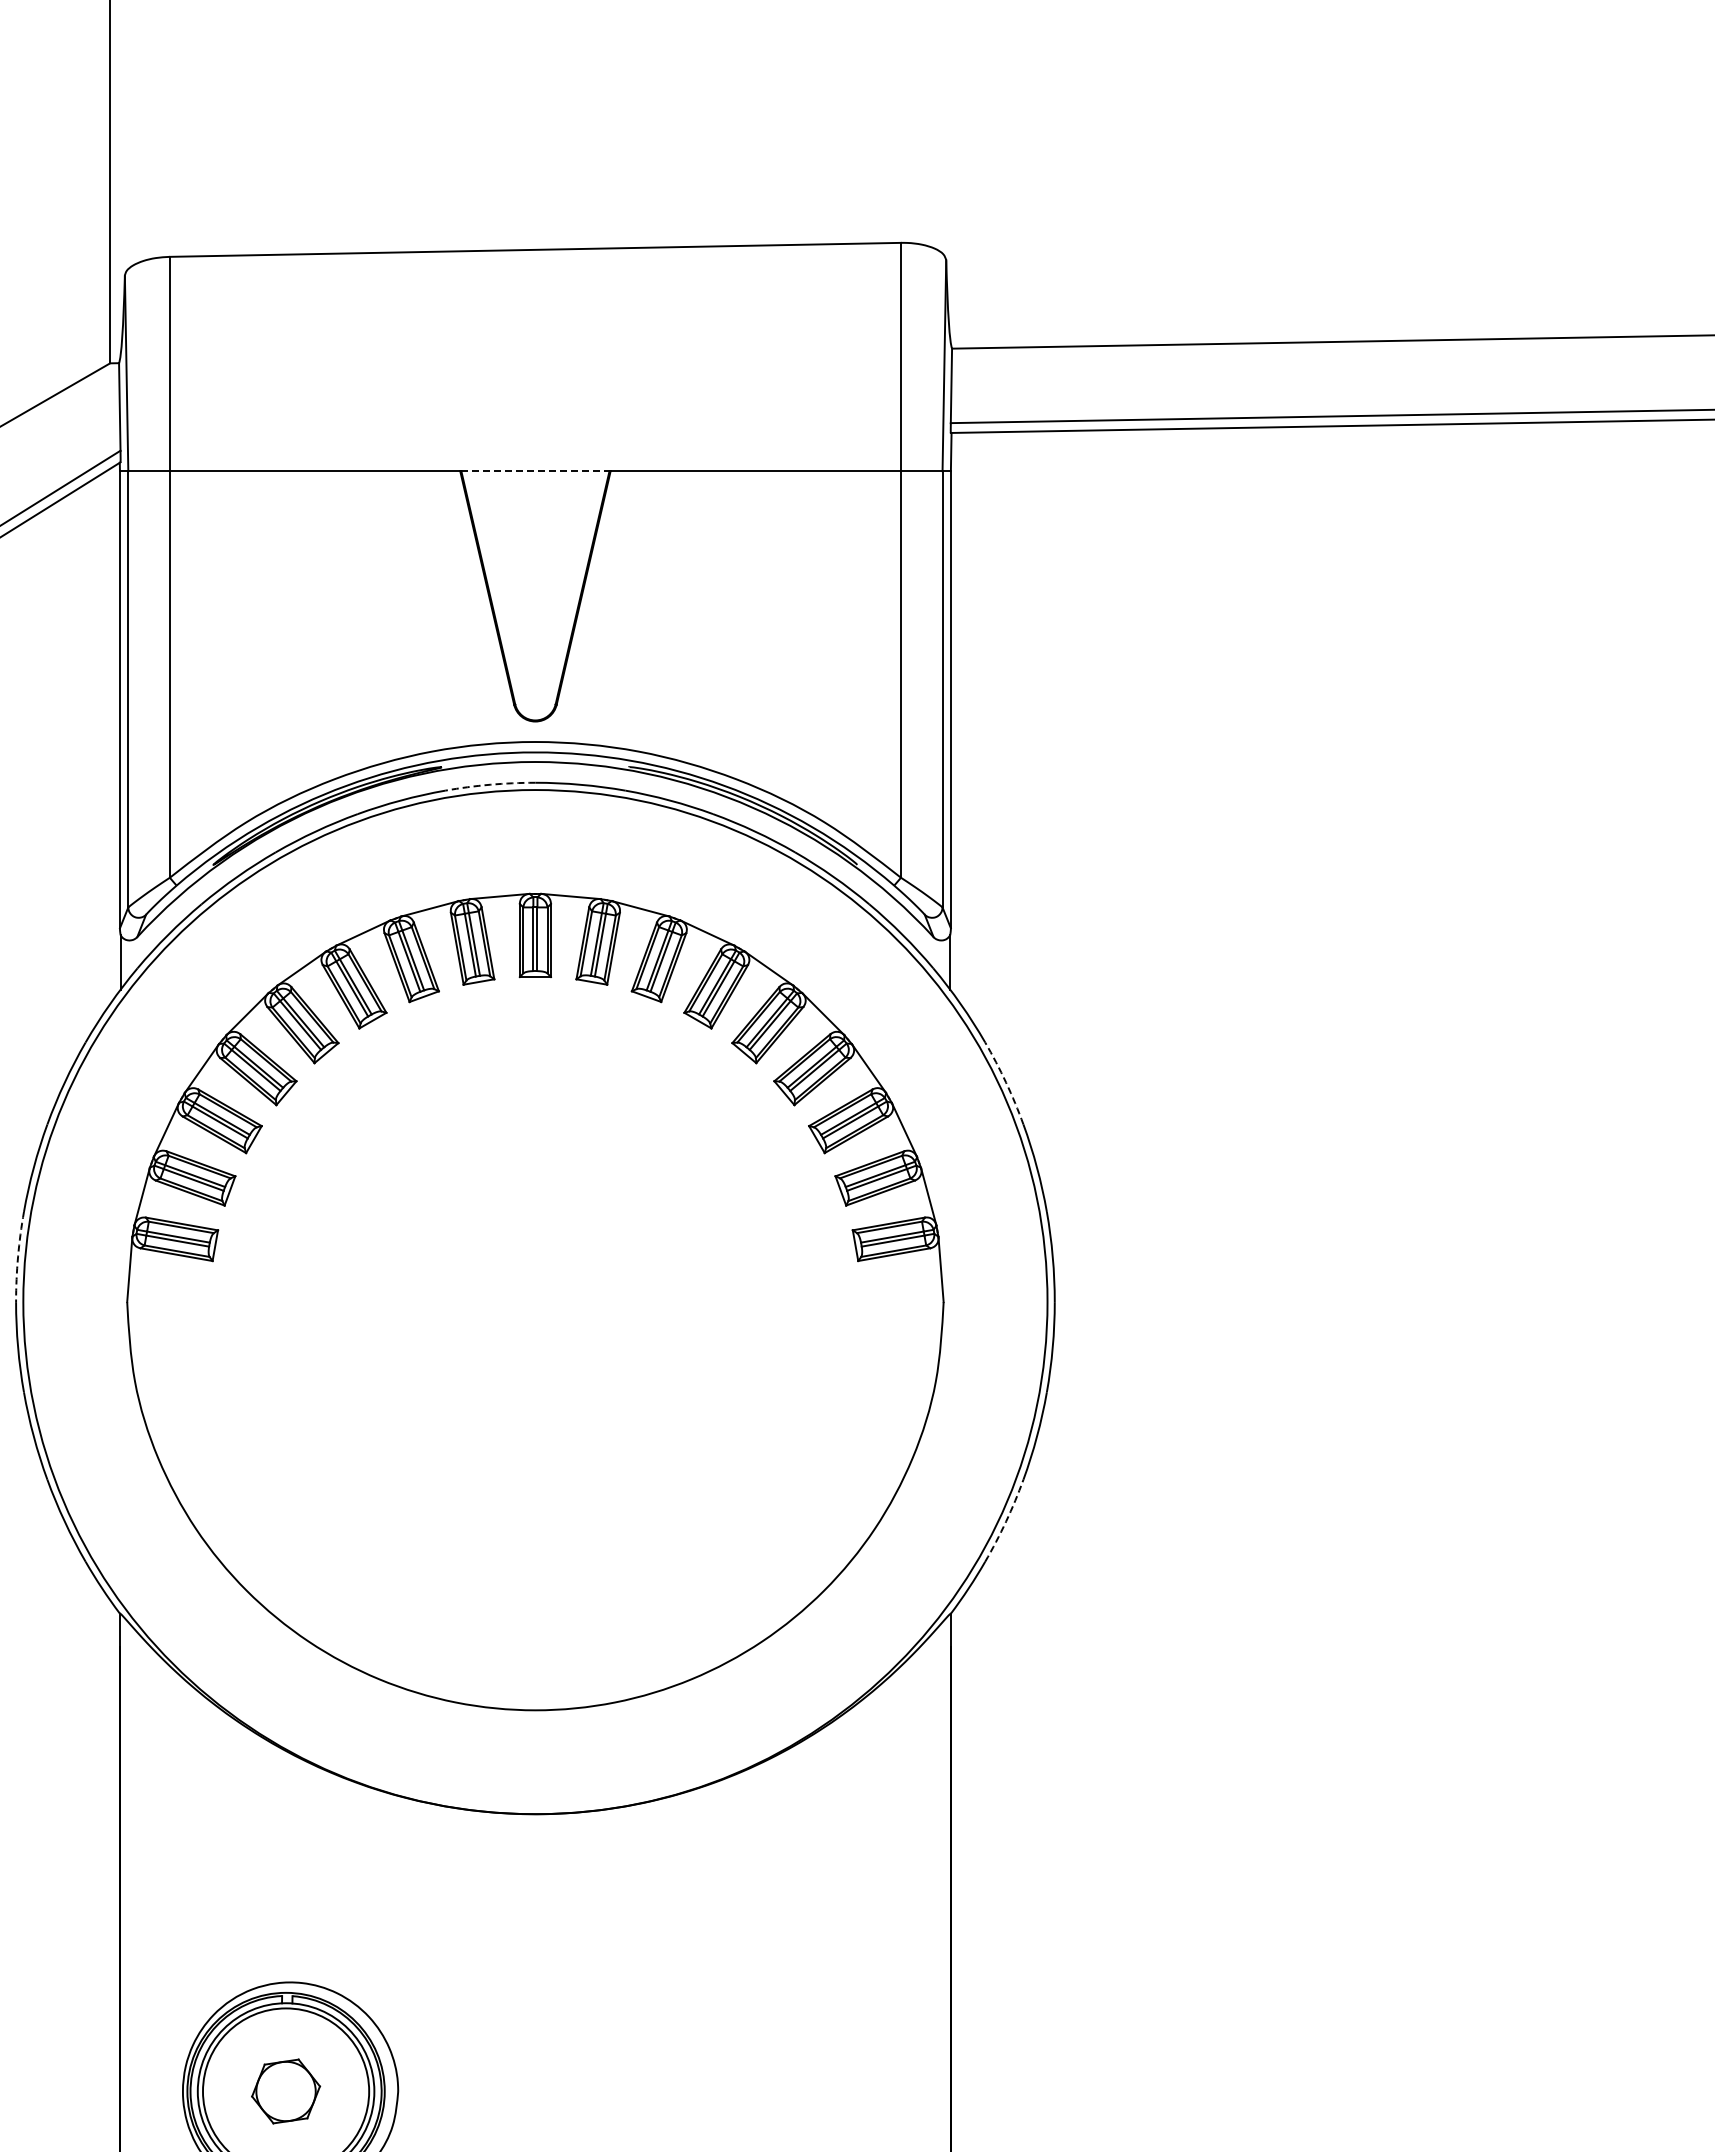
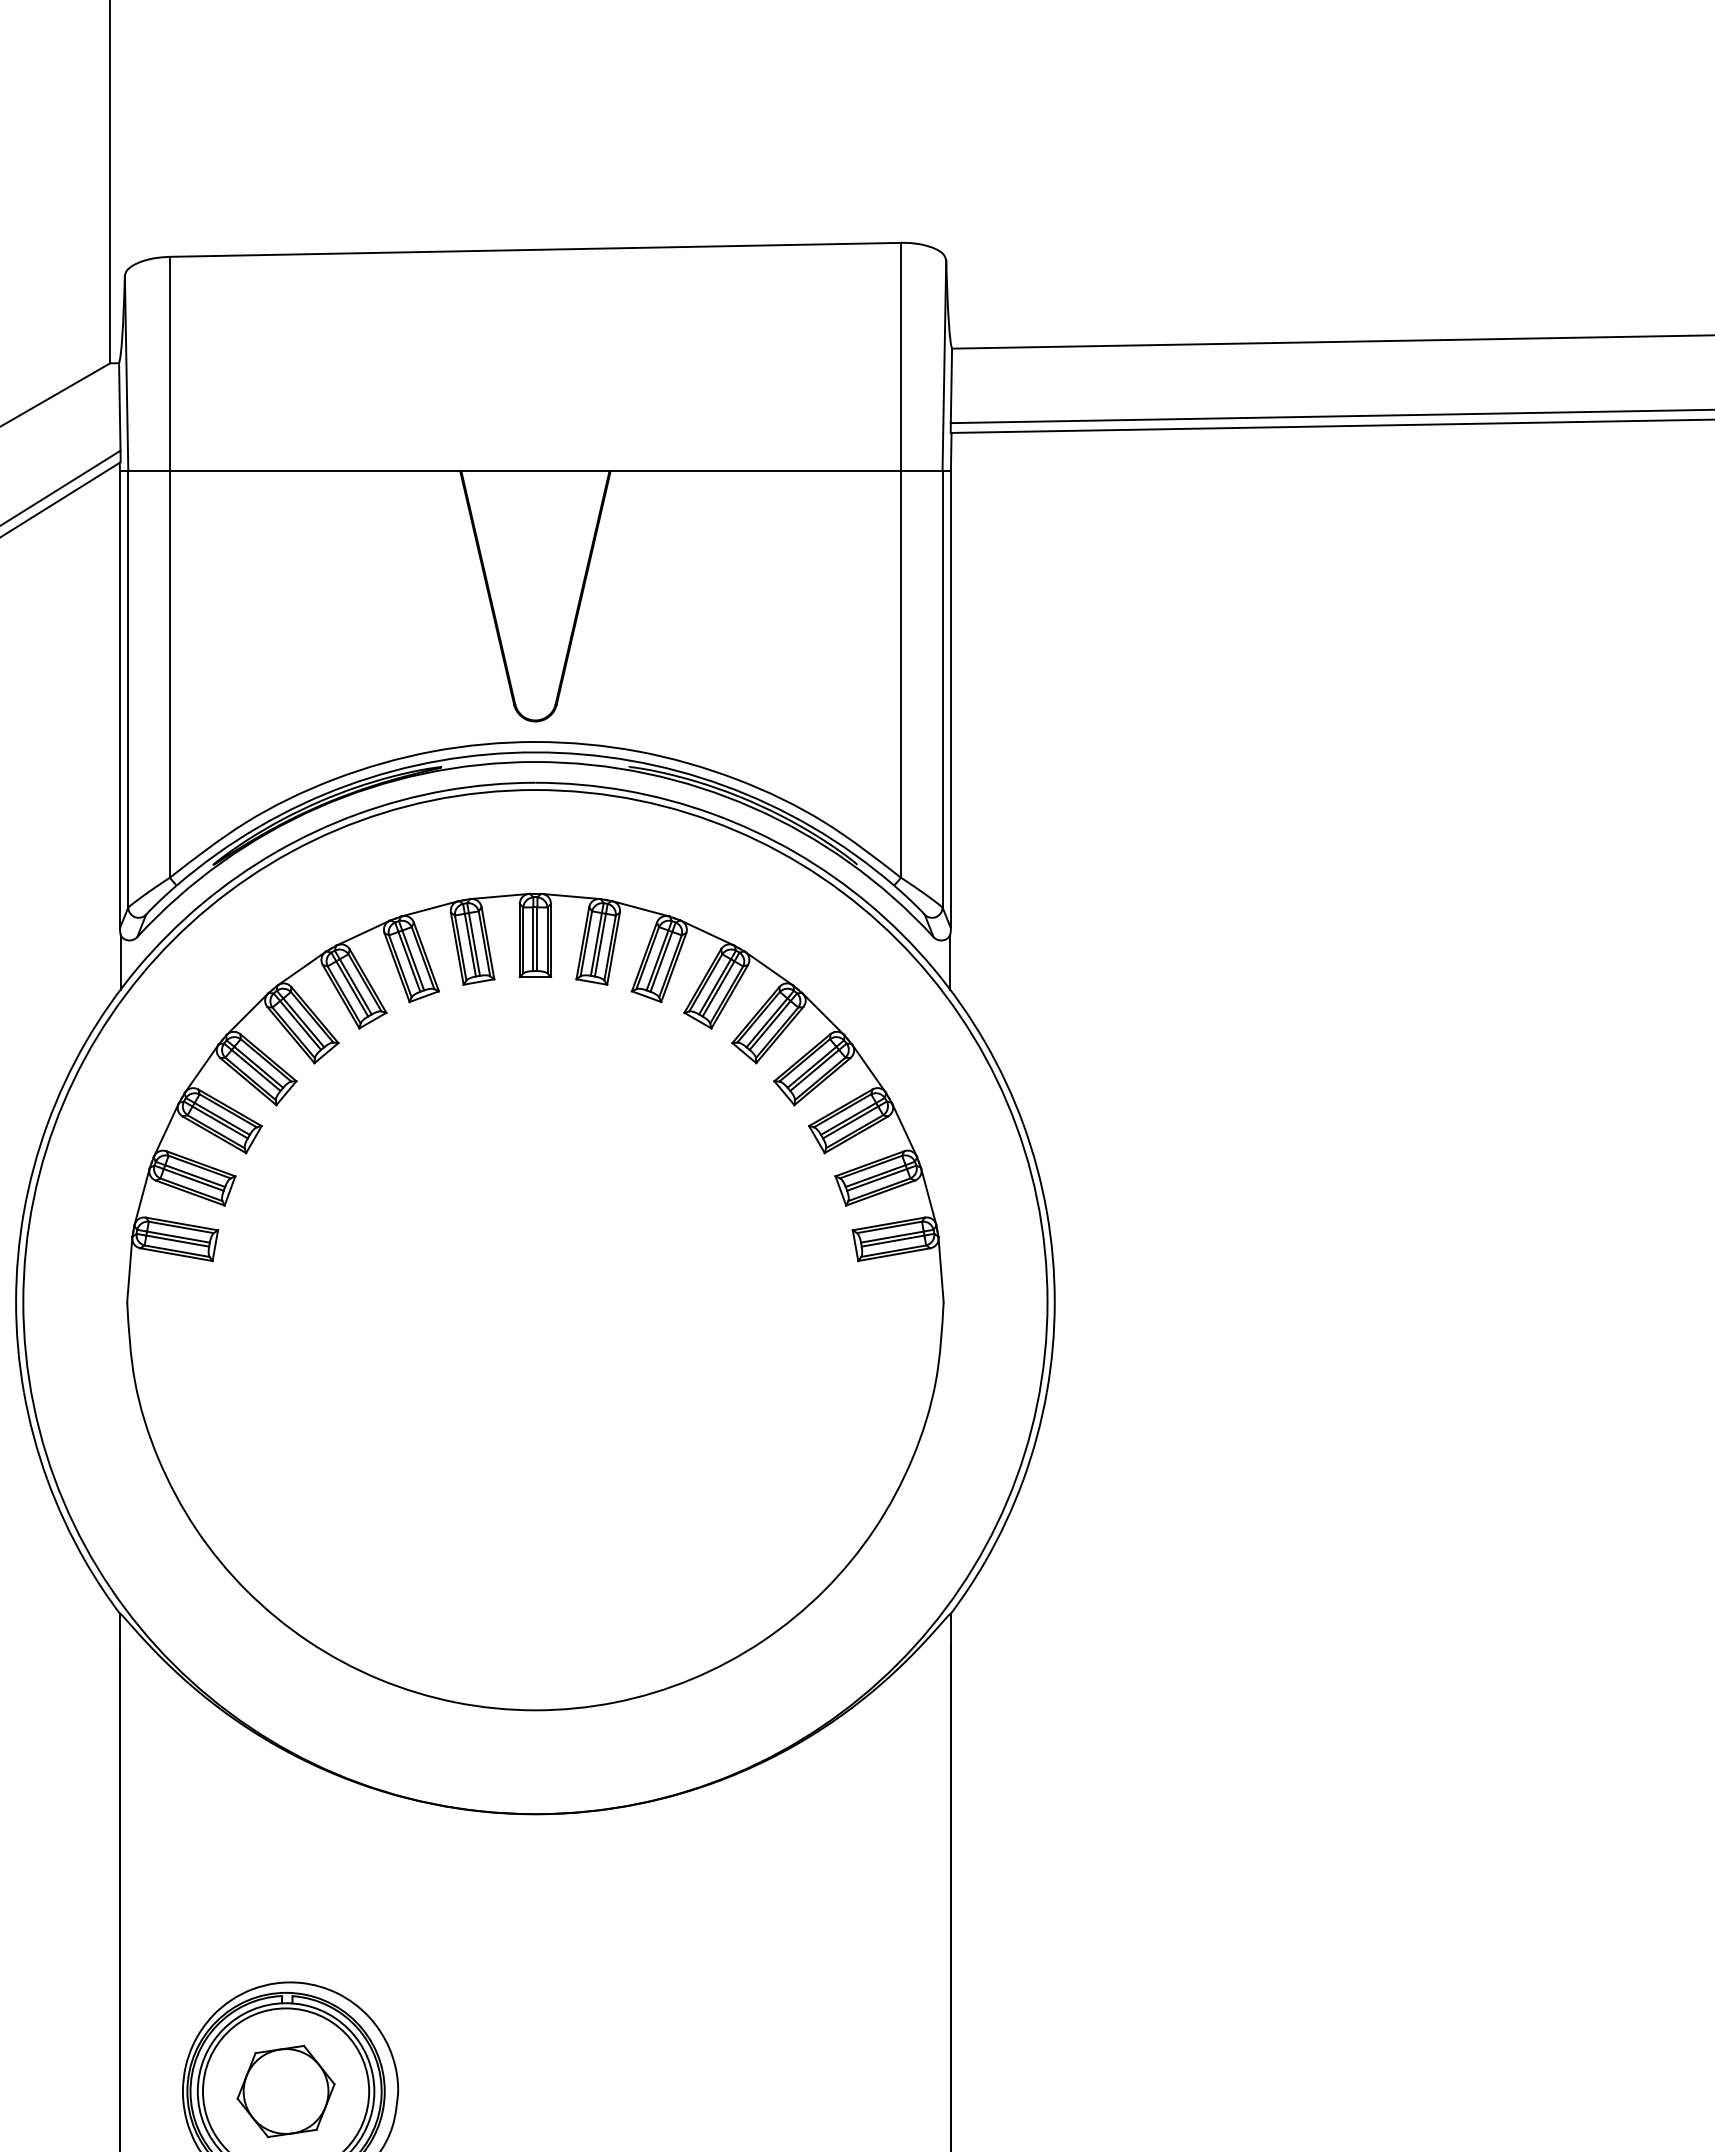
line at (535, 471): dashed -> solid
arc at (490, 784): dashed -> solid
arc at (1006, 1082): dashed -> solid
arc at (18, 1256): dashed -> solid
arc at (1006, 1521): dashed -> solid
part at (286, 2091) size: 71x67 px -> 100x95 px
